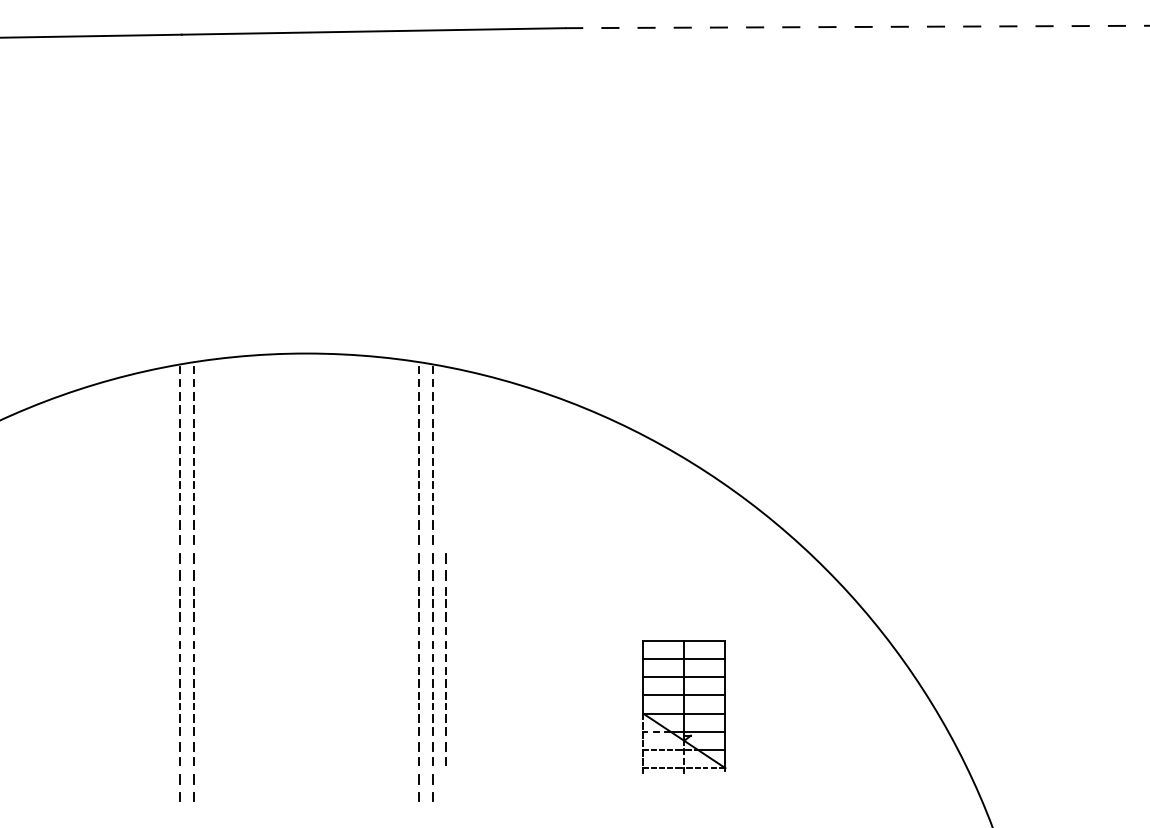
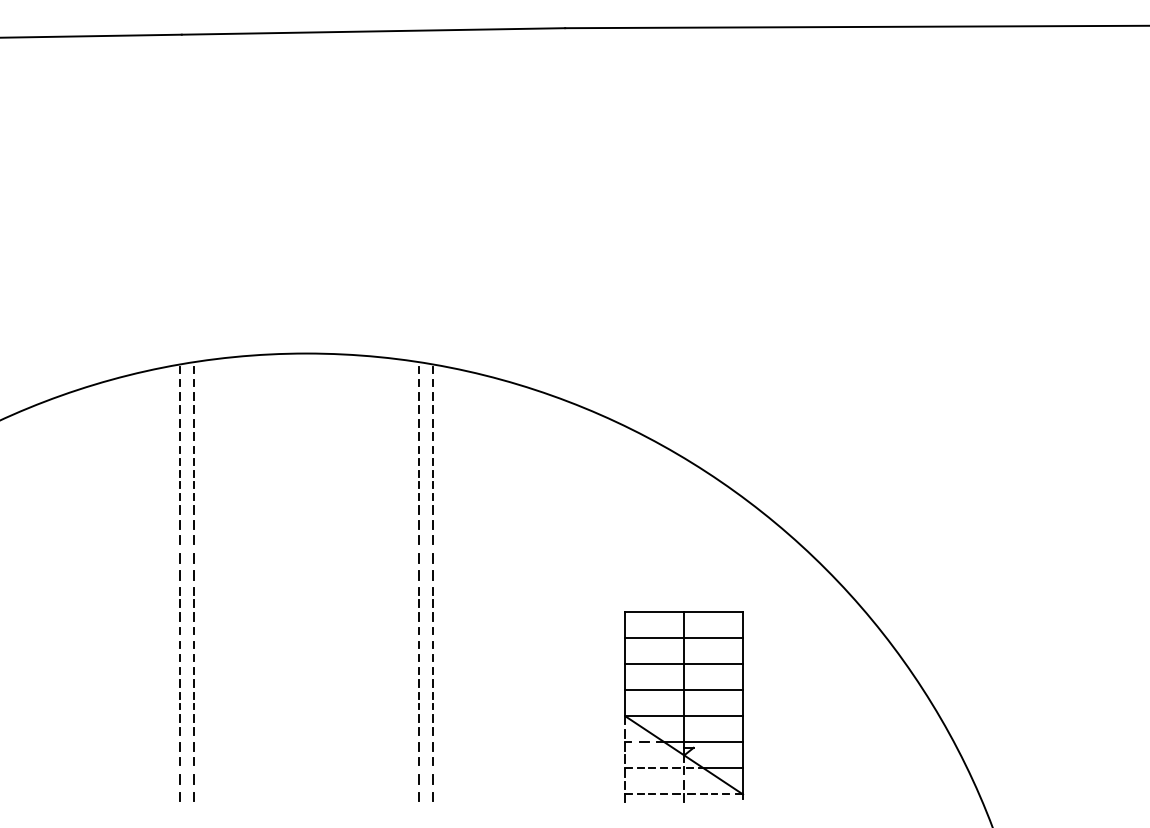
line at (857, 26): dashed -> solid
line at (445, 659): present -> none
part at (684, 706) size: 85x134 px -> 121x192 px
